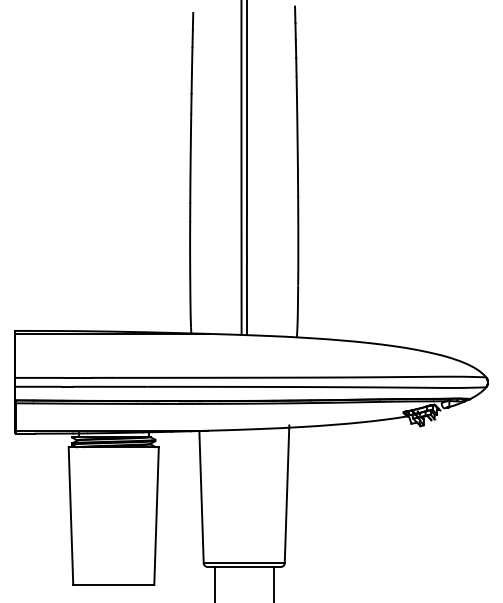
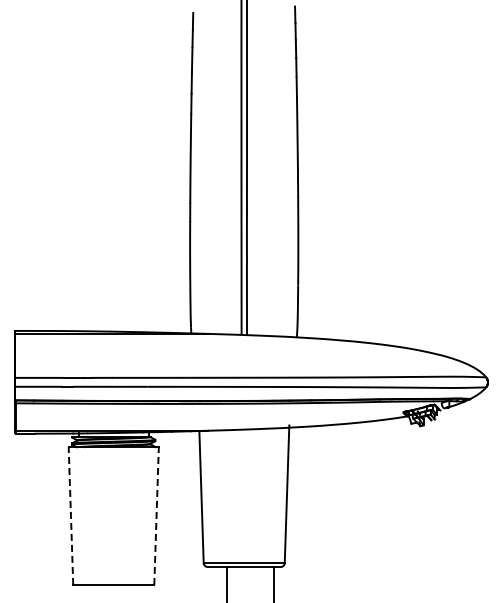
line at (70, 516): solid -> dashed
line at (156, 516): solid -> dashed
line at (215, 582) position: (215, 582) -> (227, 582)
